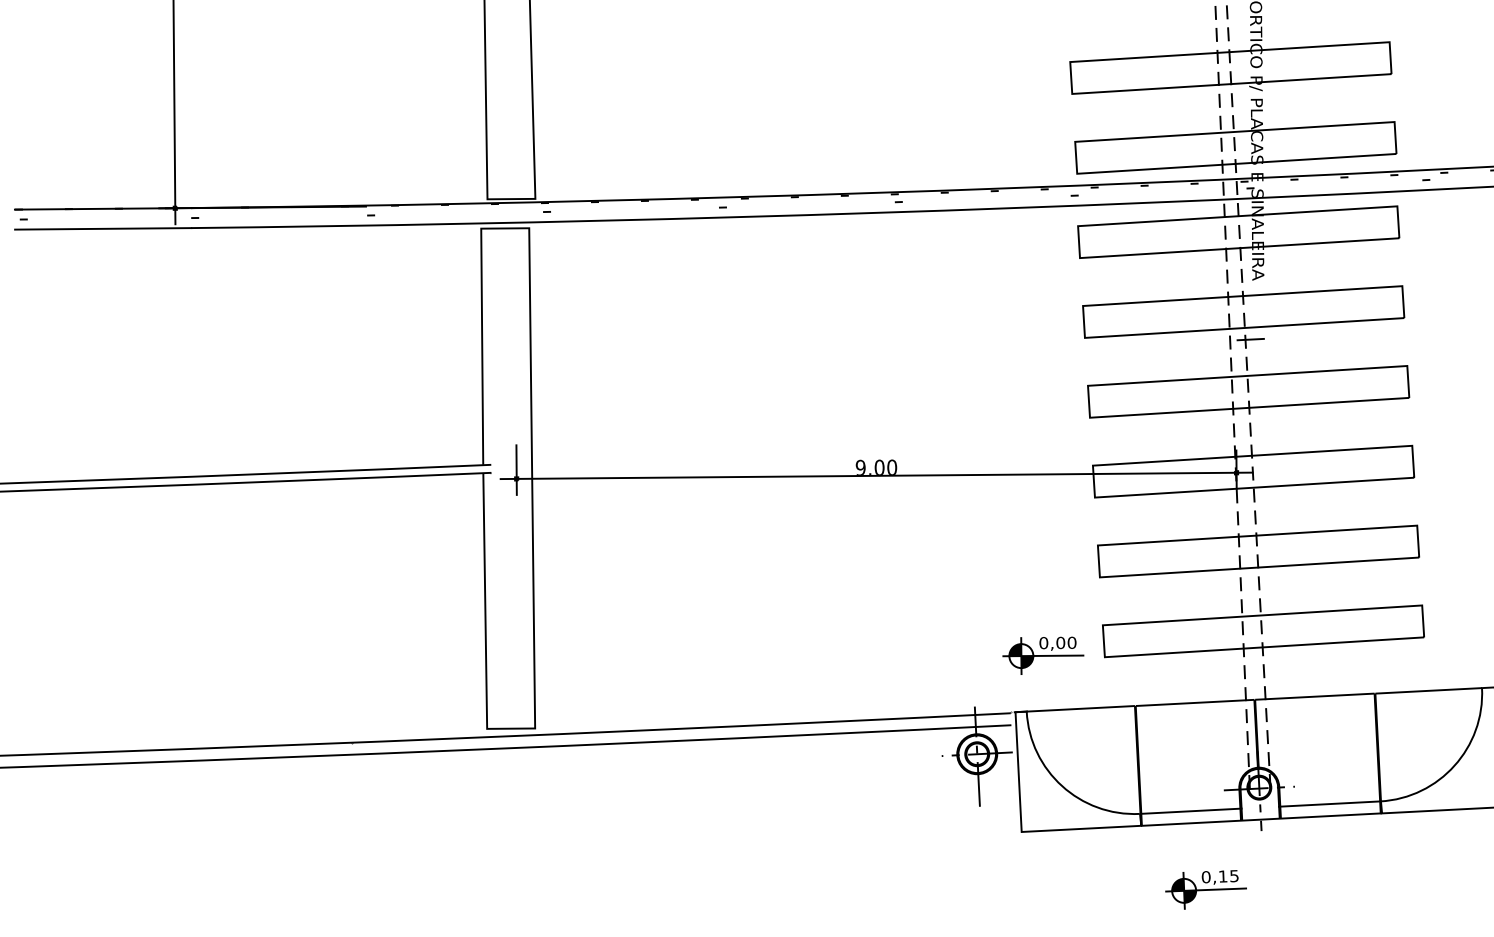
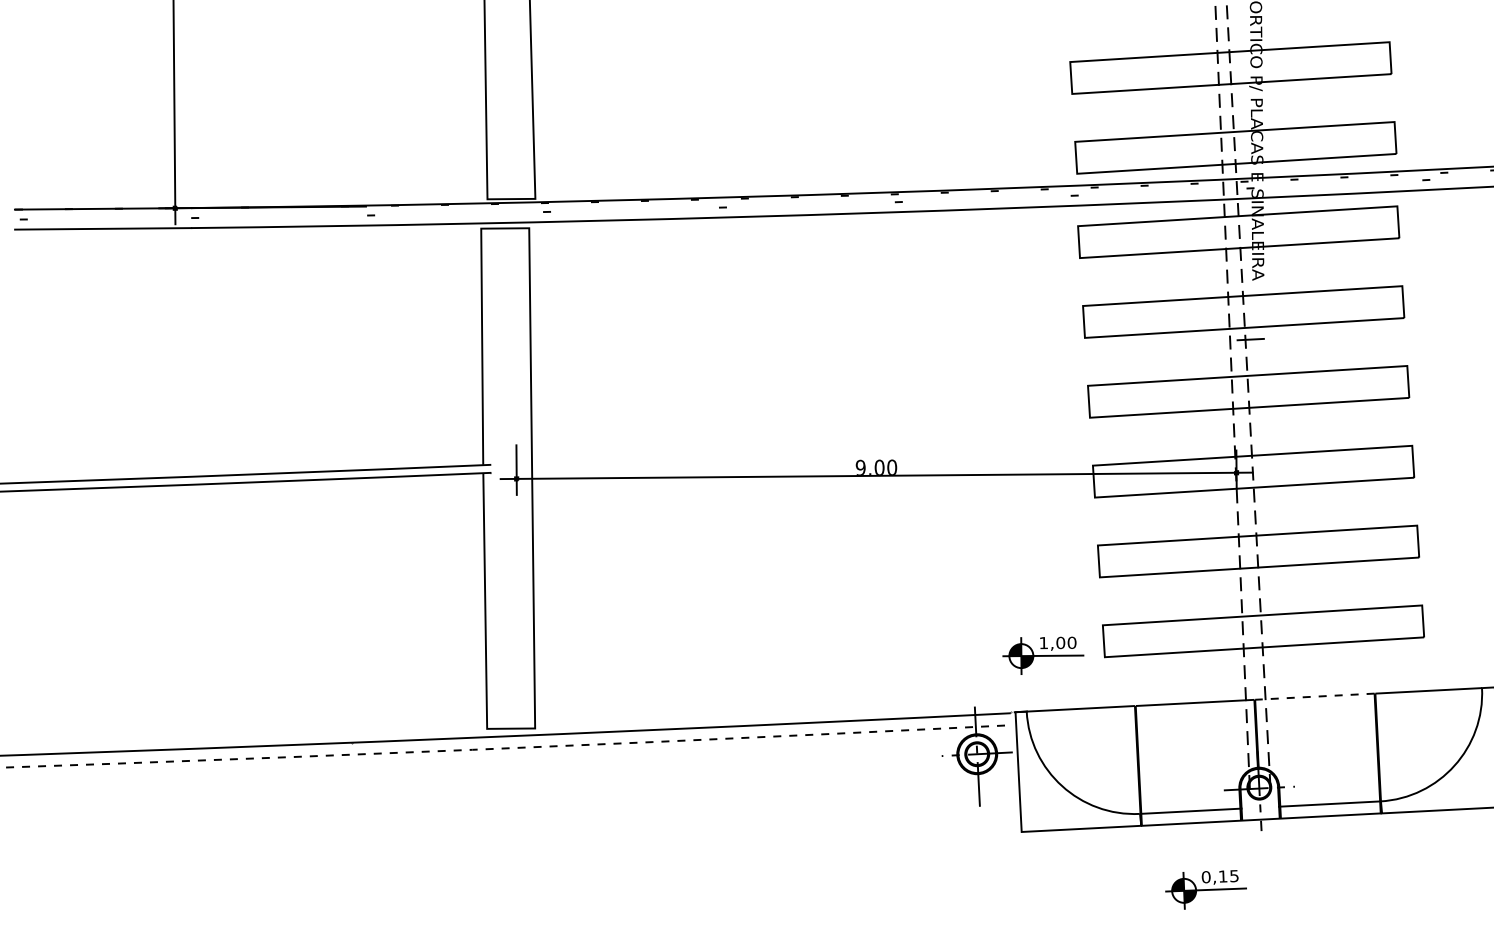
text at (1043, 643): 0,00 -> 1,00
line at (1314, 696): solid -> dashed
arc at (505, 748): solid -> dashed
